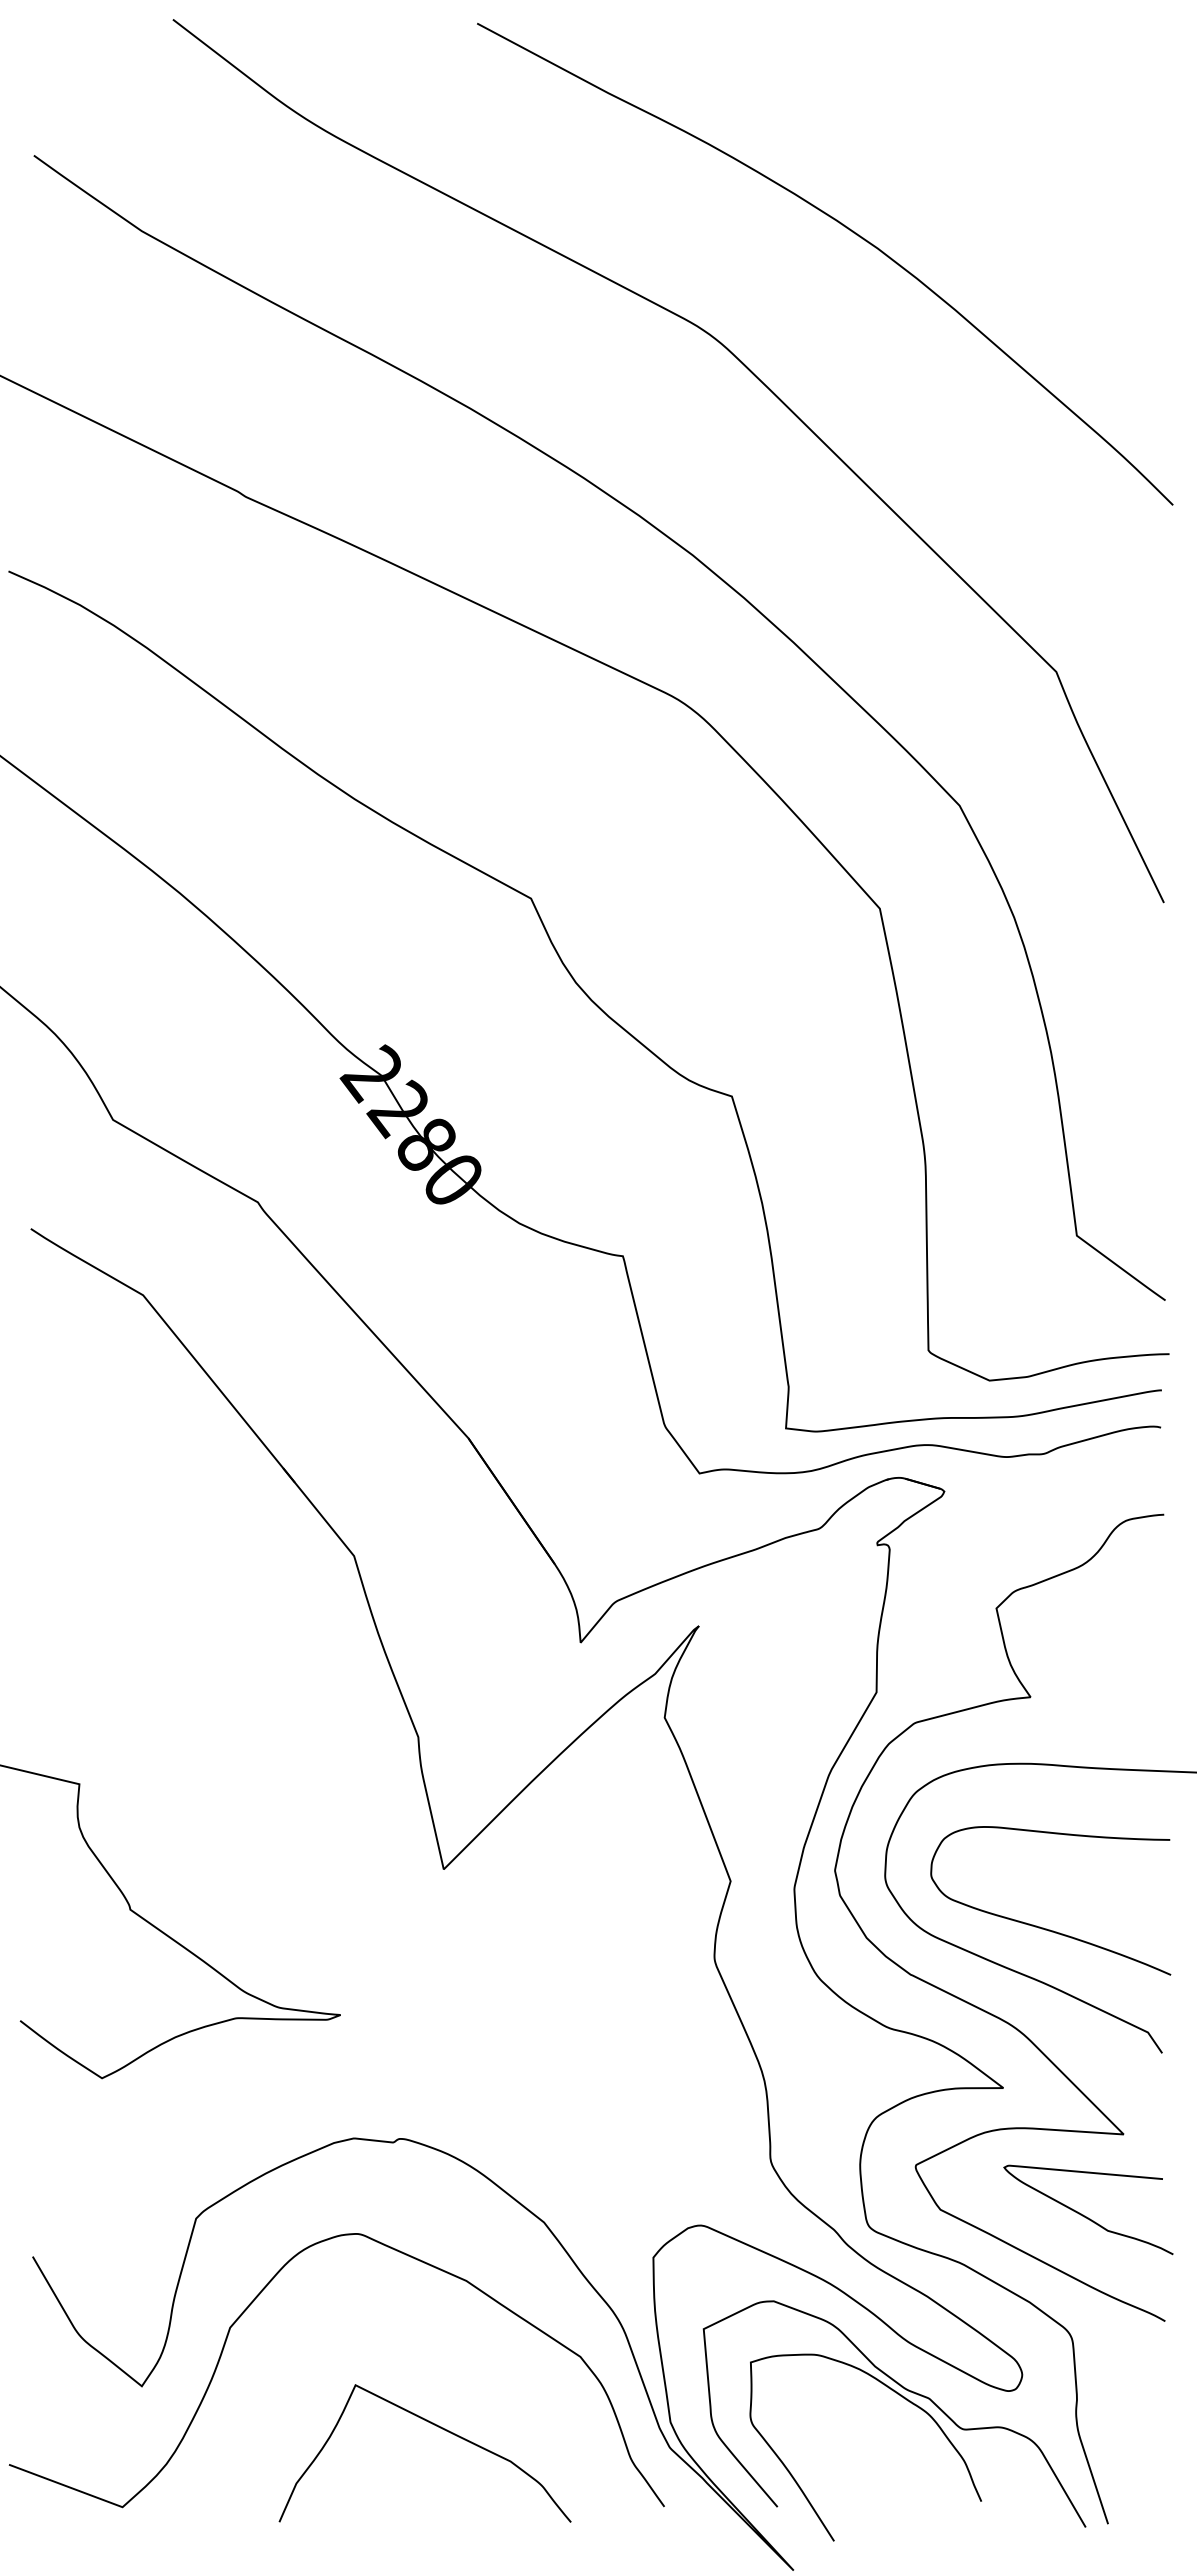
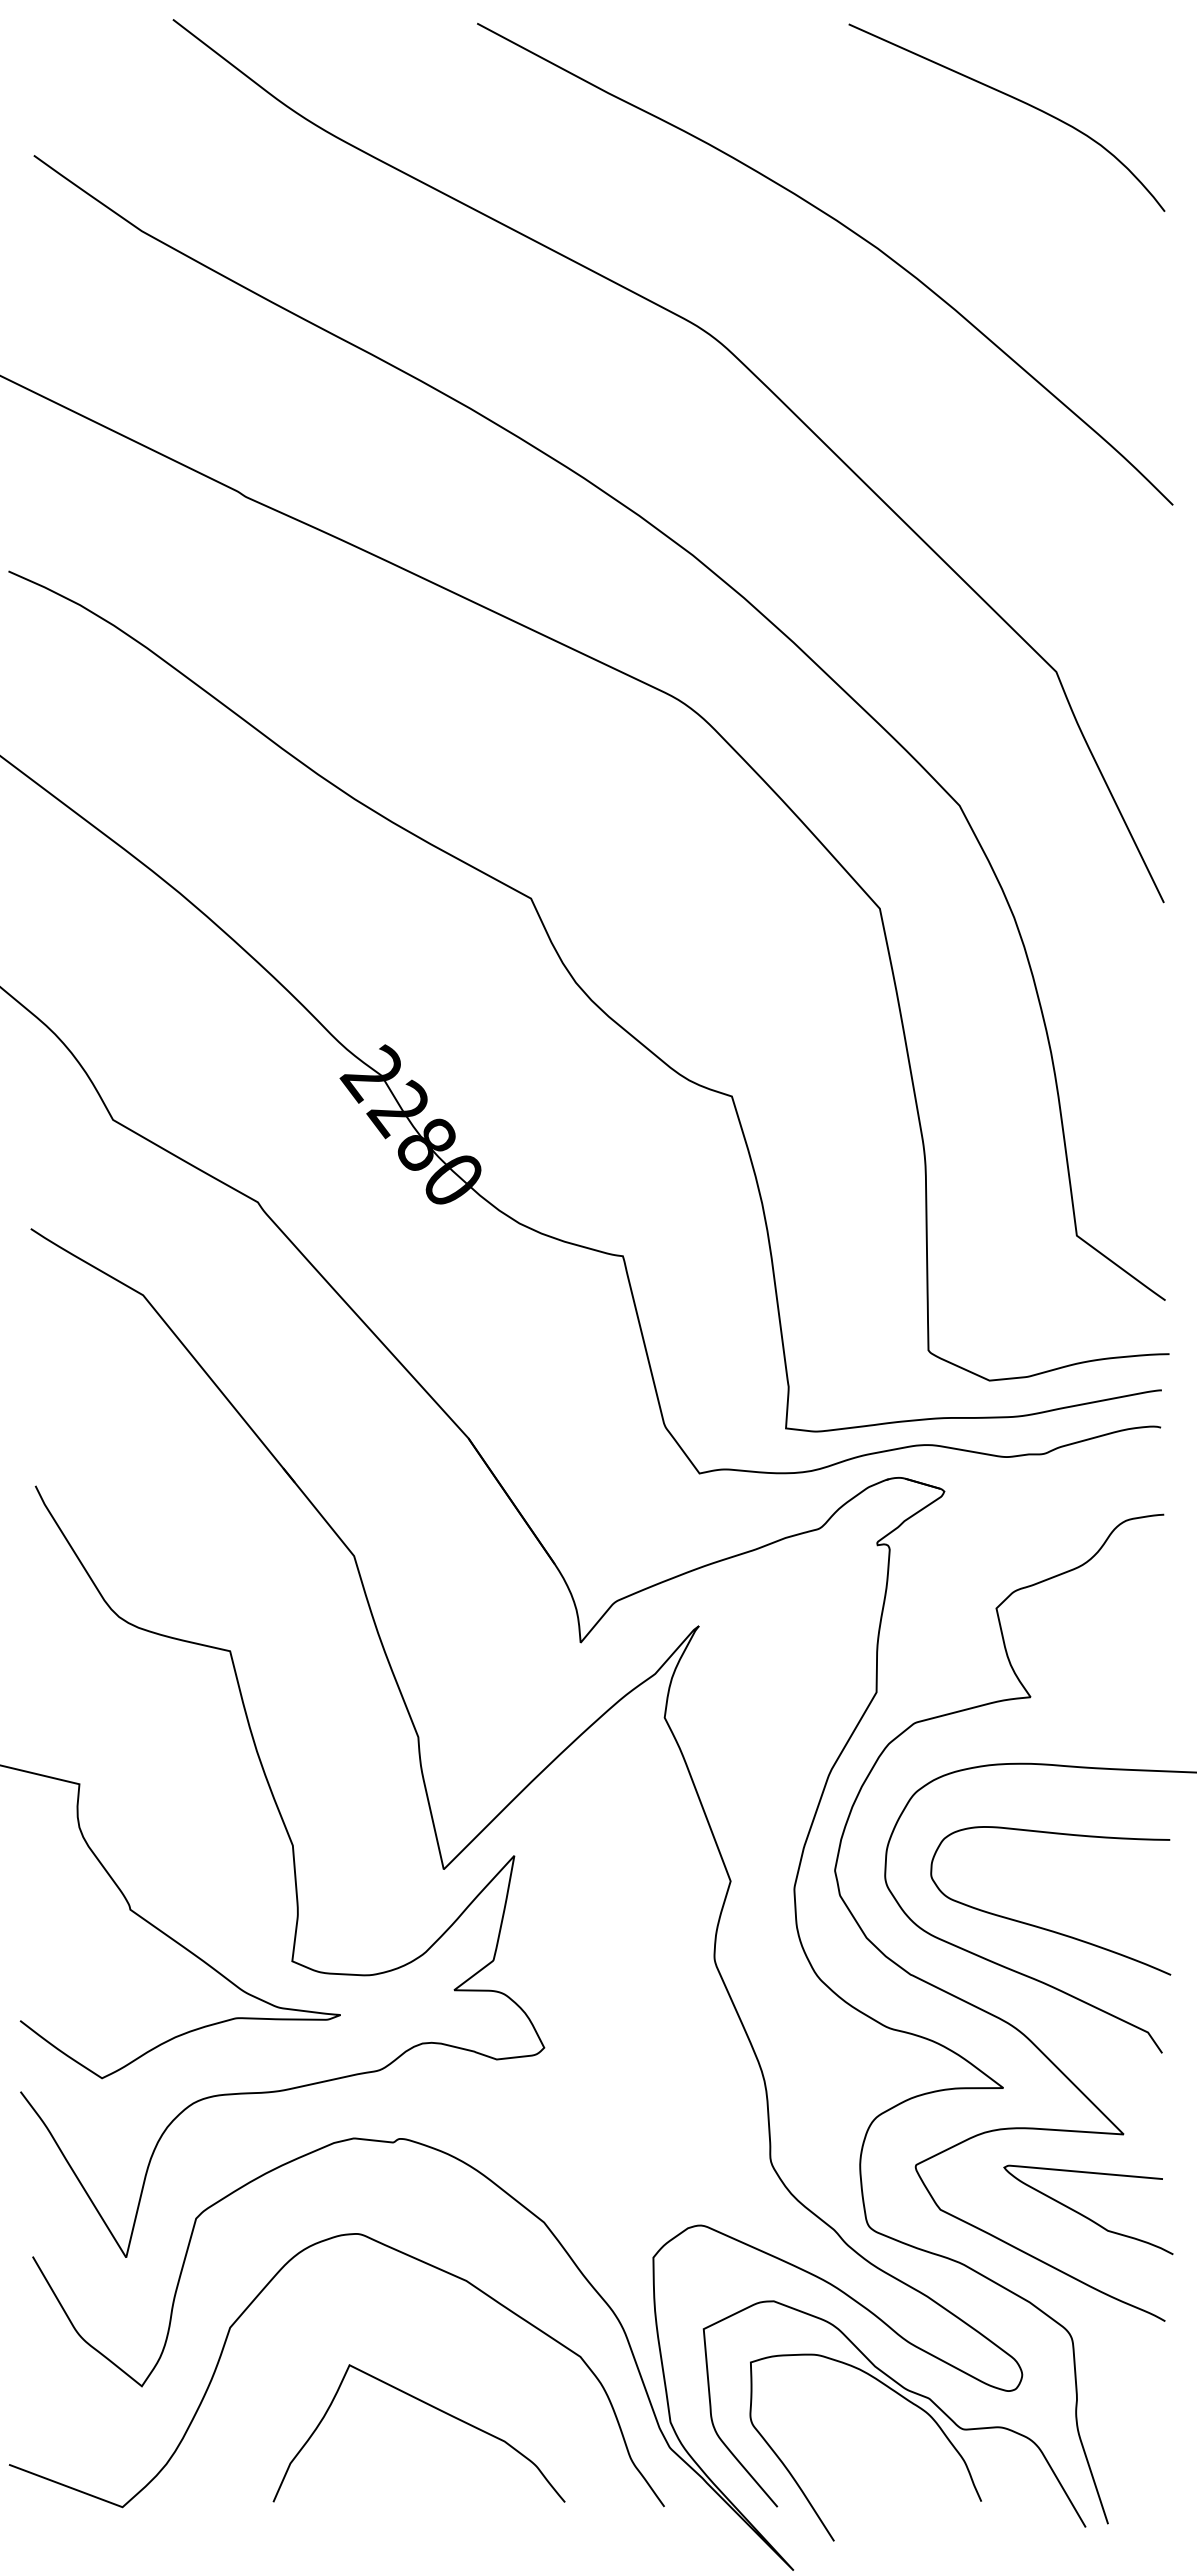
curve at (1014, 99): none -> present
curve at (293, 1869): none -> present
curve at (438, 2427) position: (438, 2427) -> (432, 2407)
